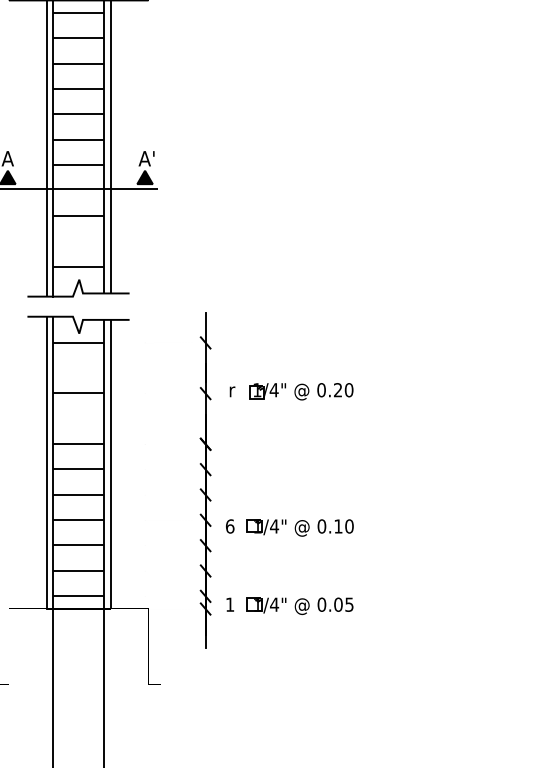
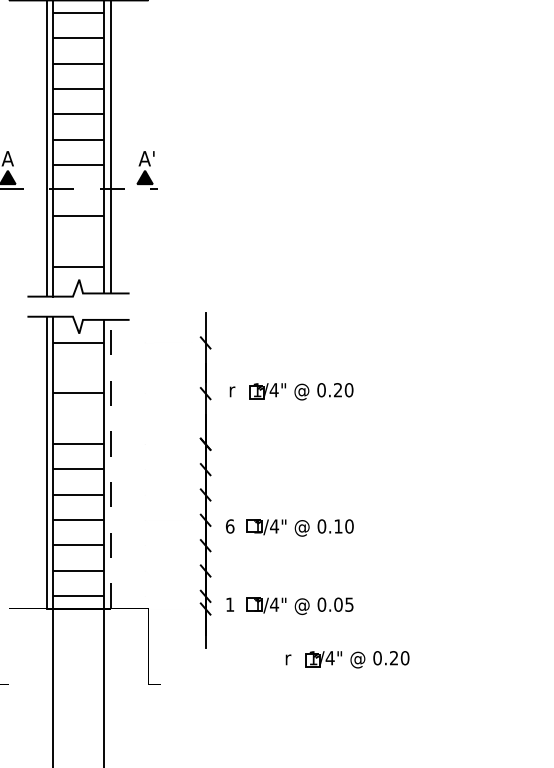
line at (79, 189): solid -> dashed
line at (110, 463): solid -> dashed
part at (347, 659): none -> present
